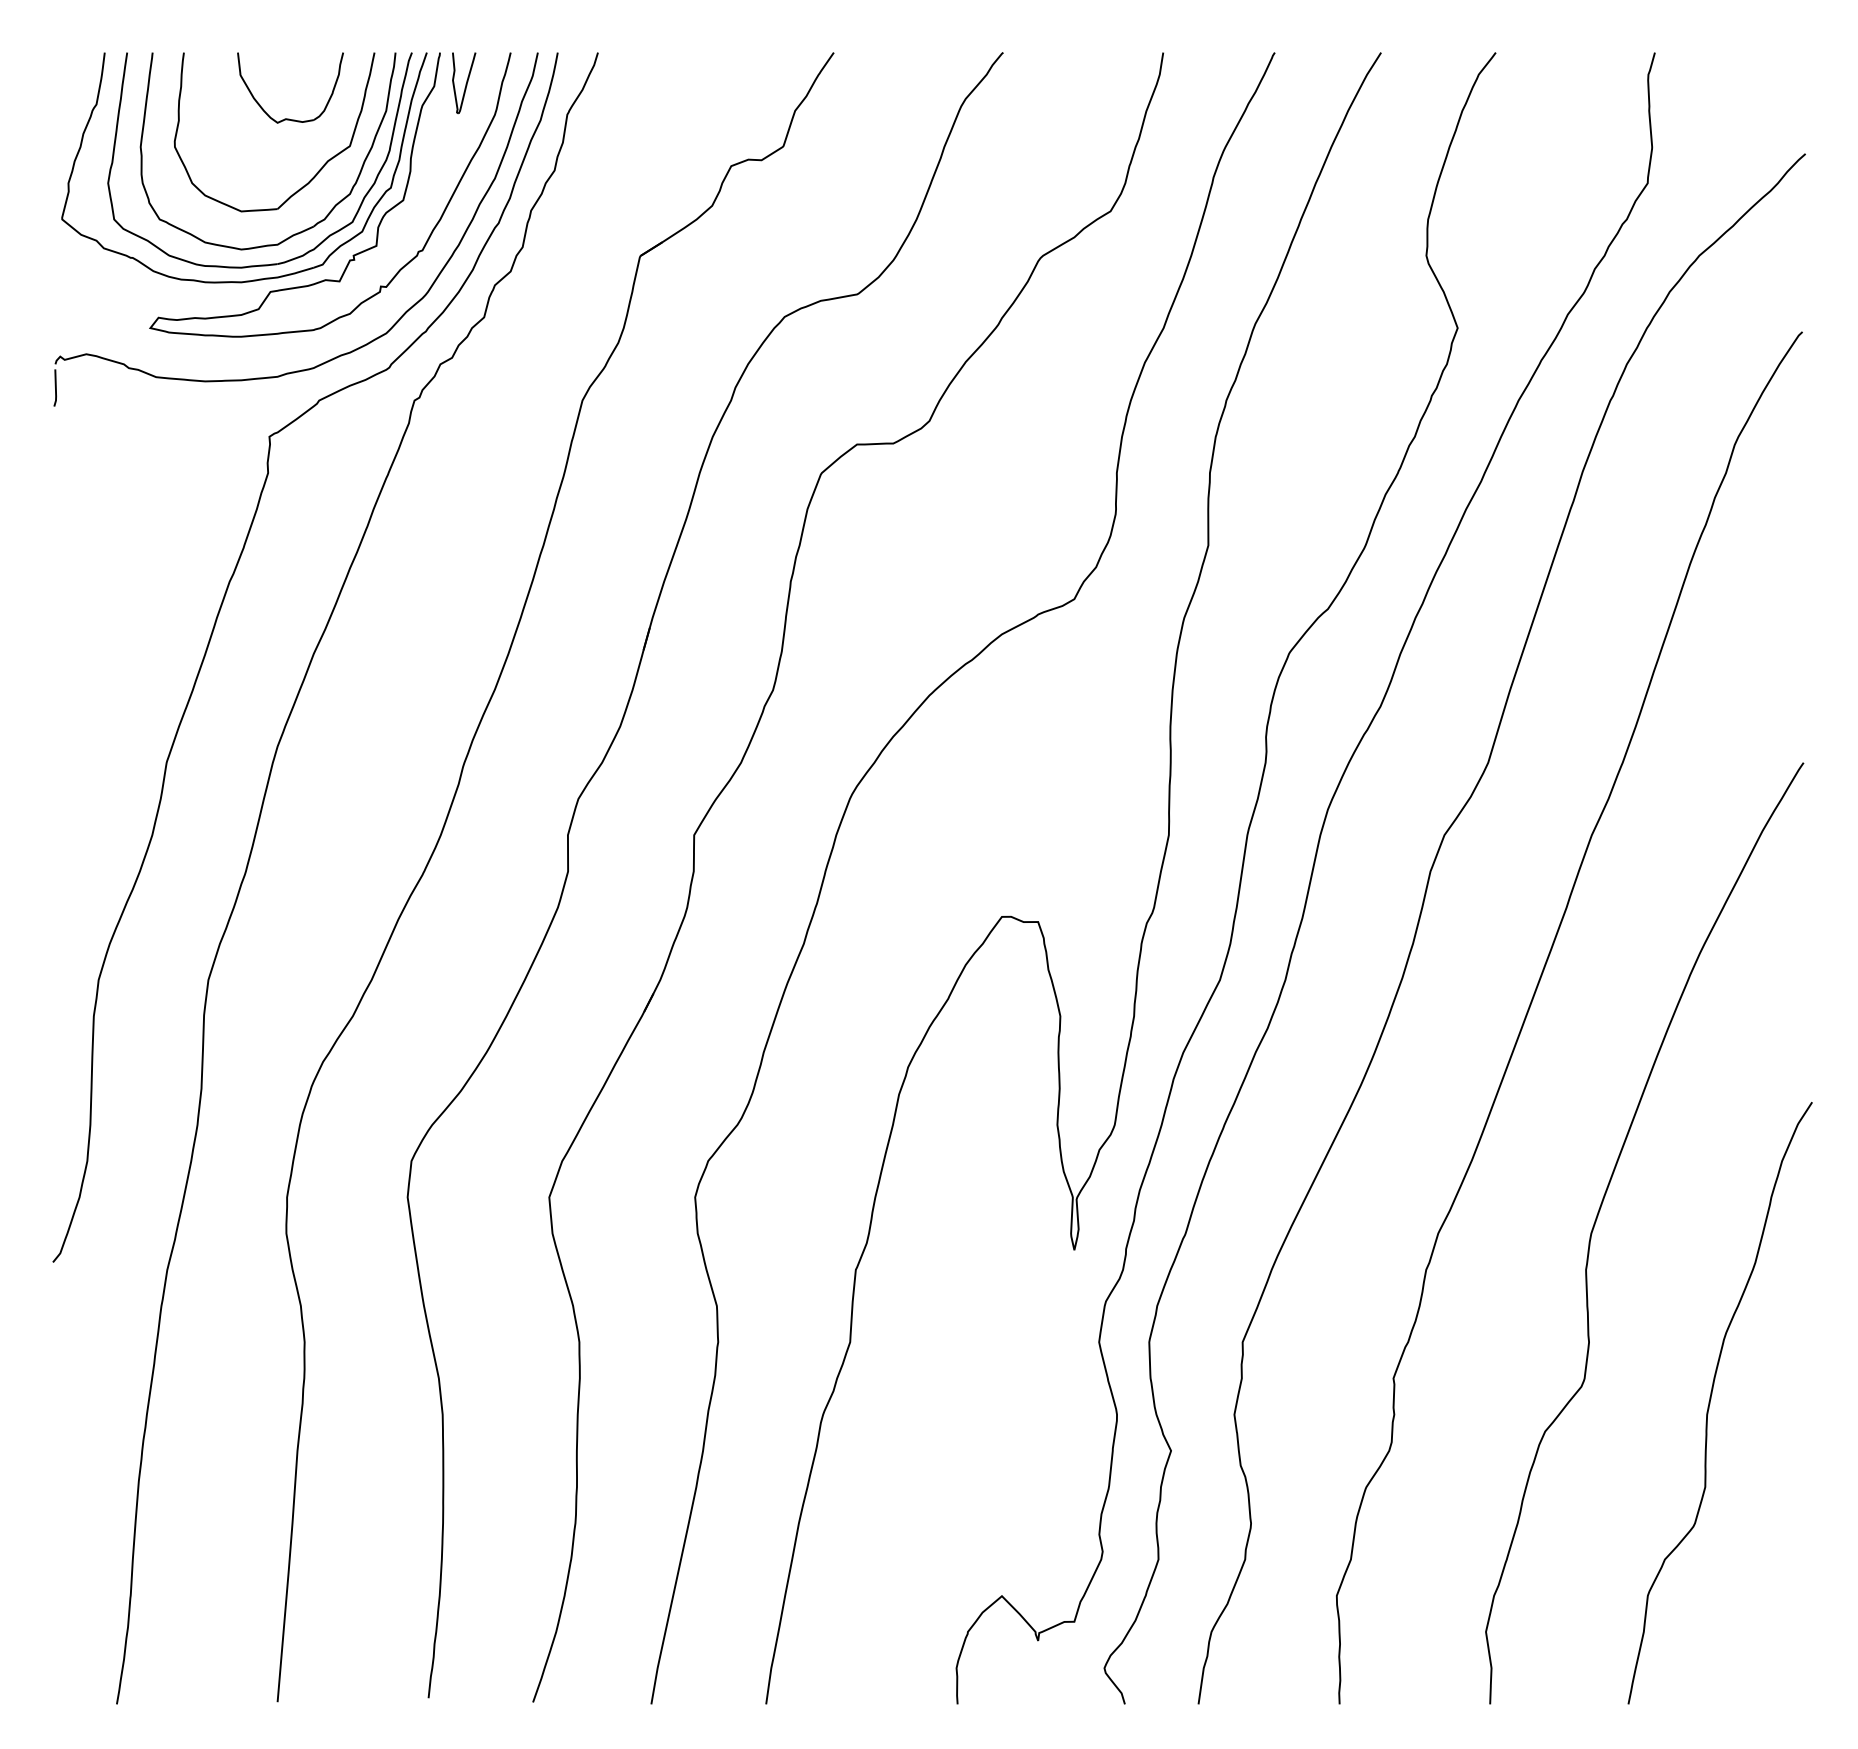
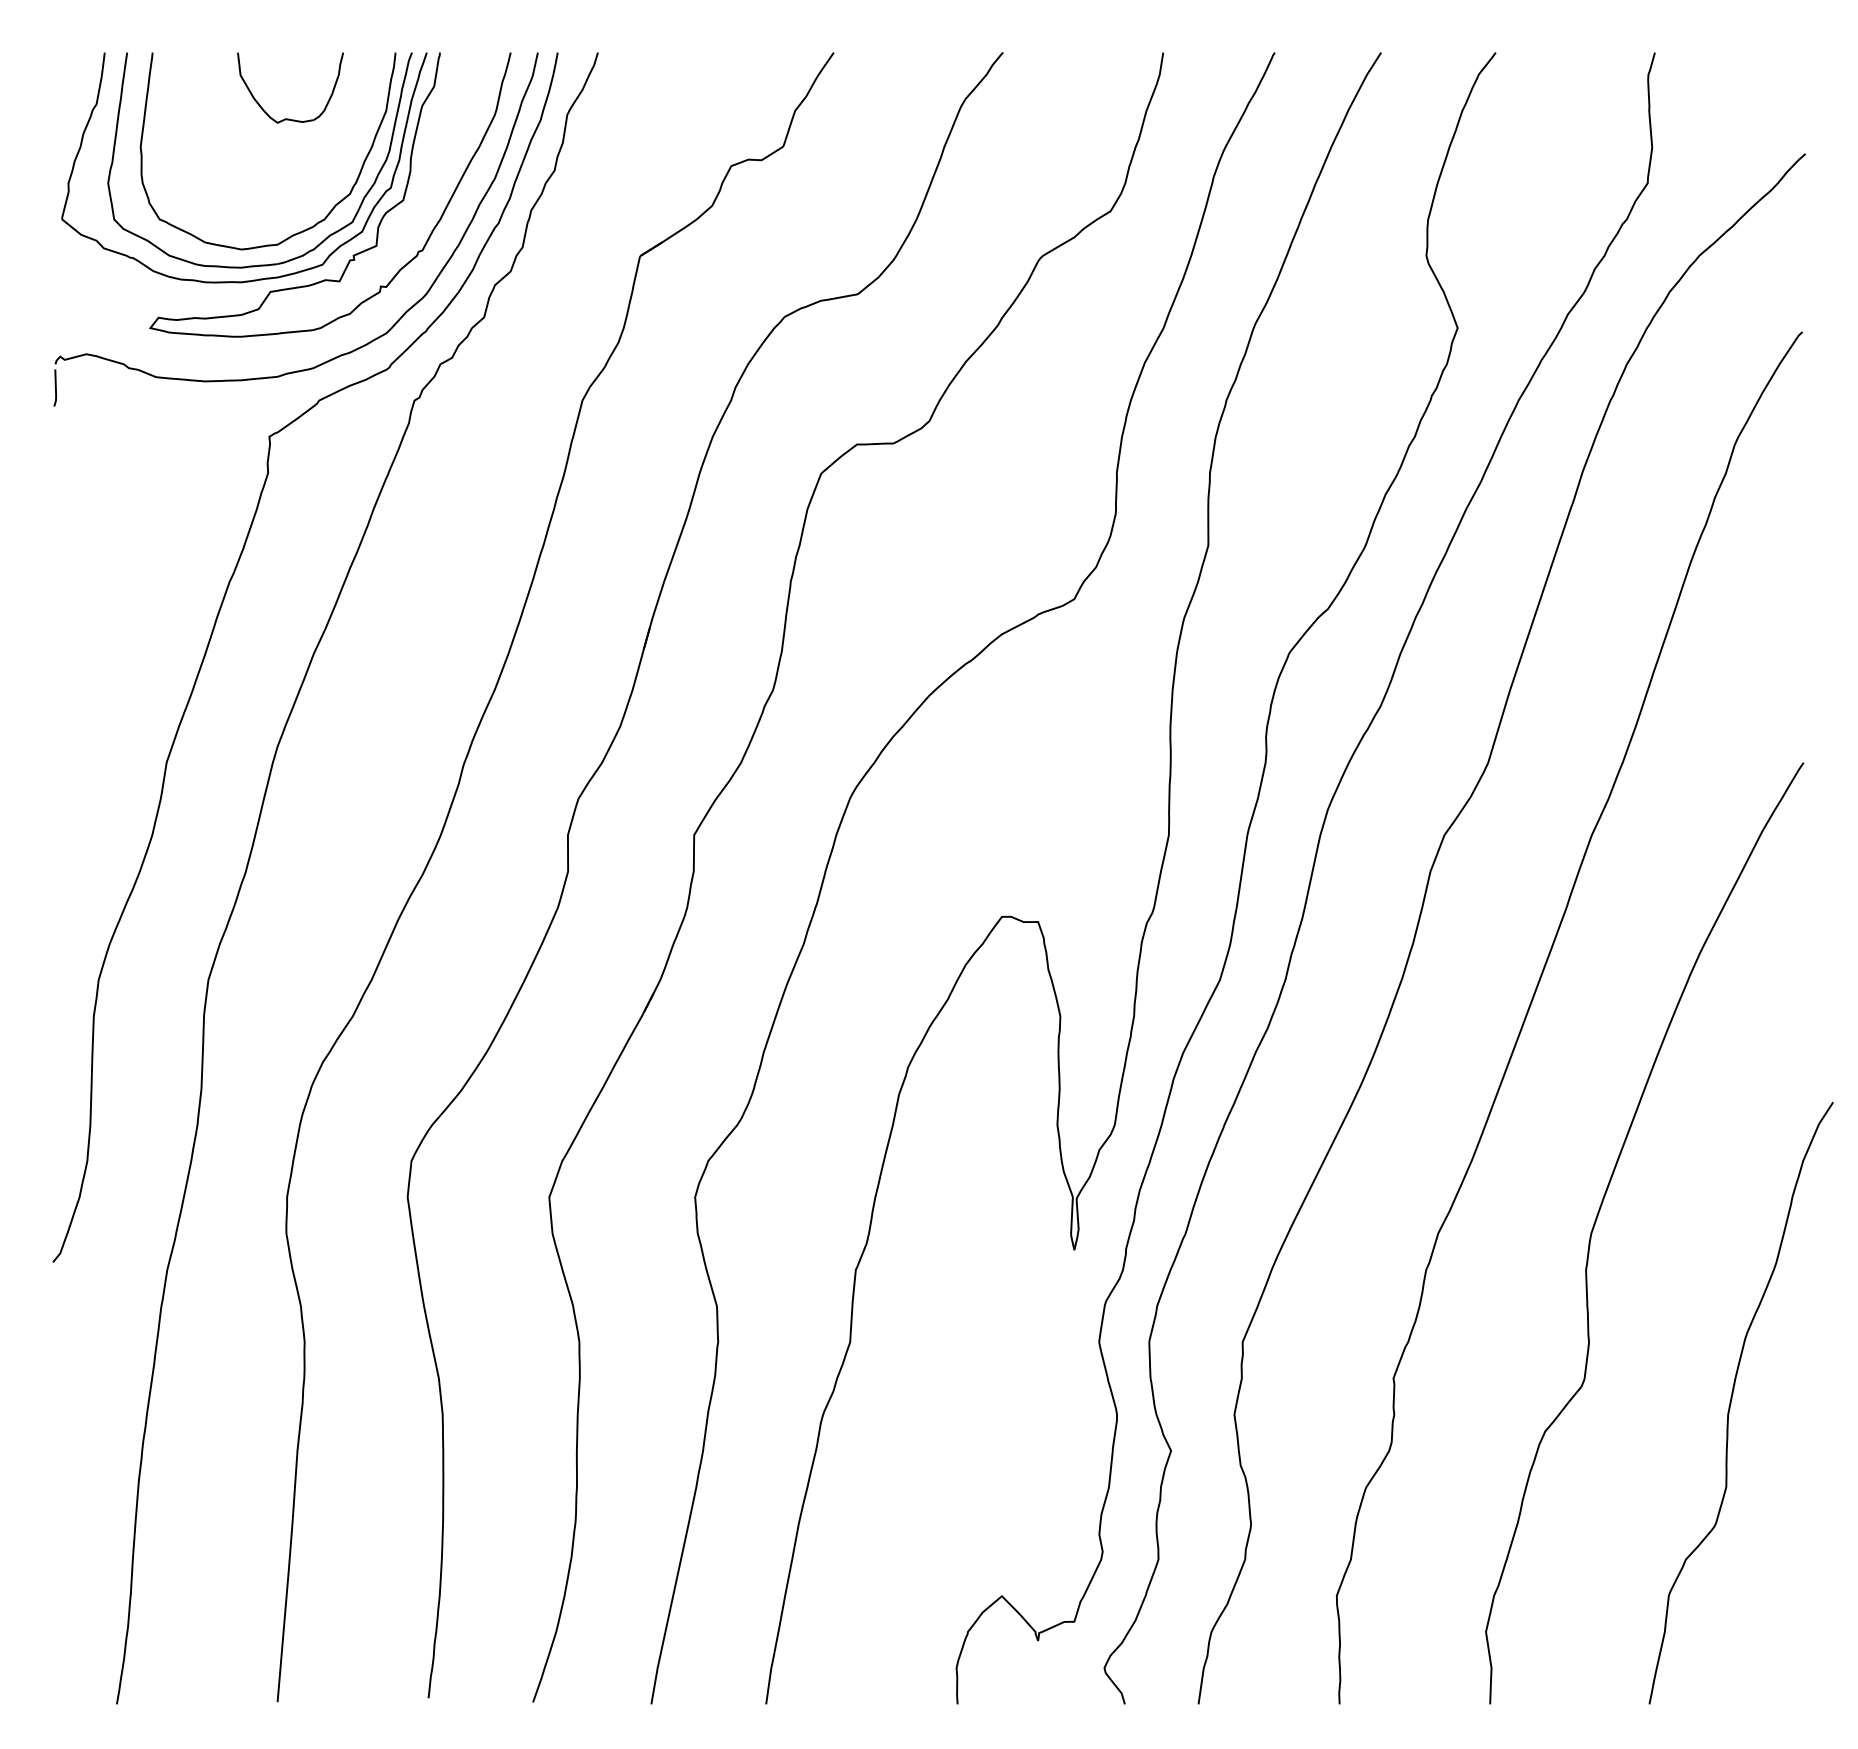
part at (464, 83): present -> none
part at (317, 171): present -> none
curve at (1711, 1399) position: (1711, 1399) -> (1732, 1399)
